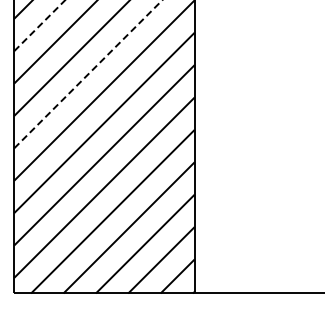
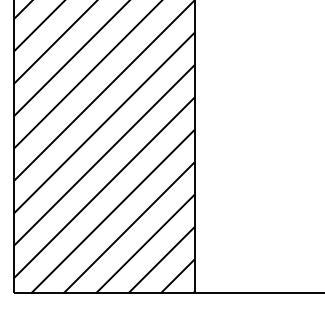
line at (39, 25): dashed -> solid
line at (88, 74): dashed -> solid
